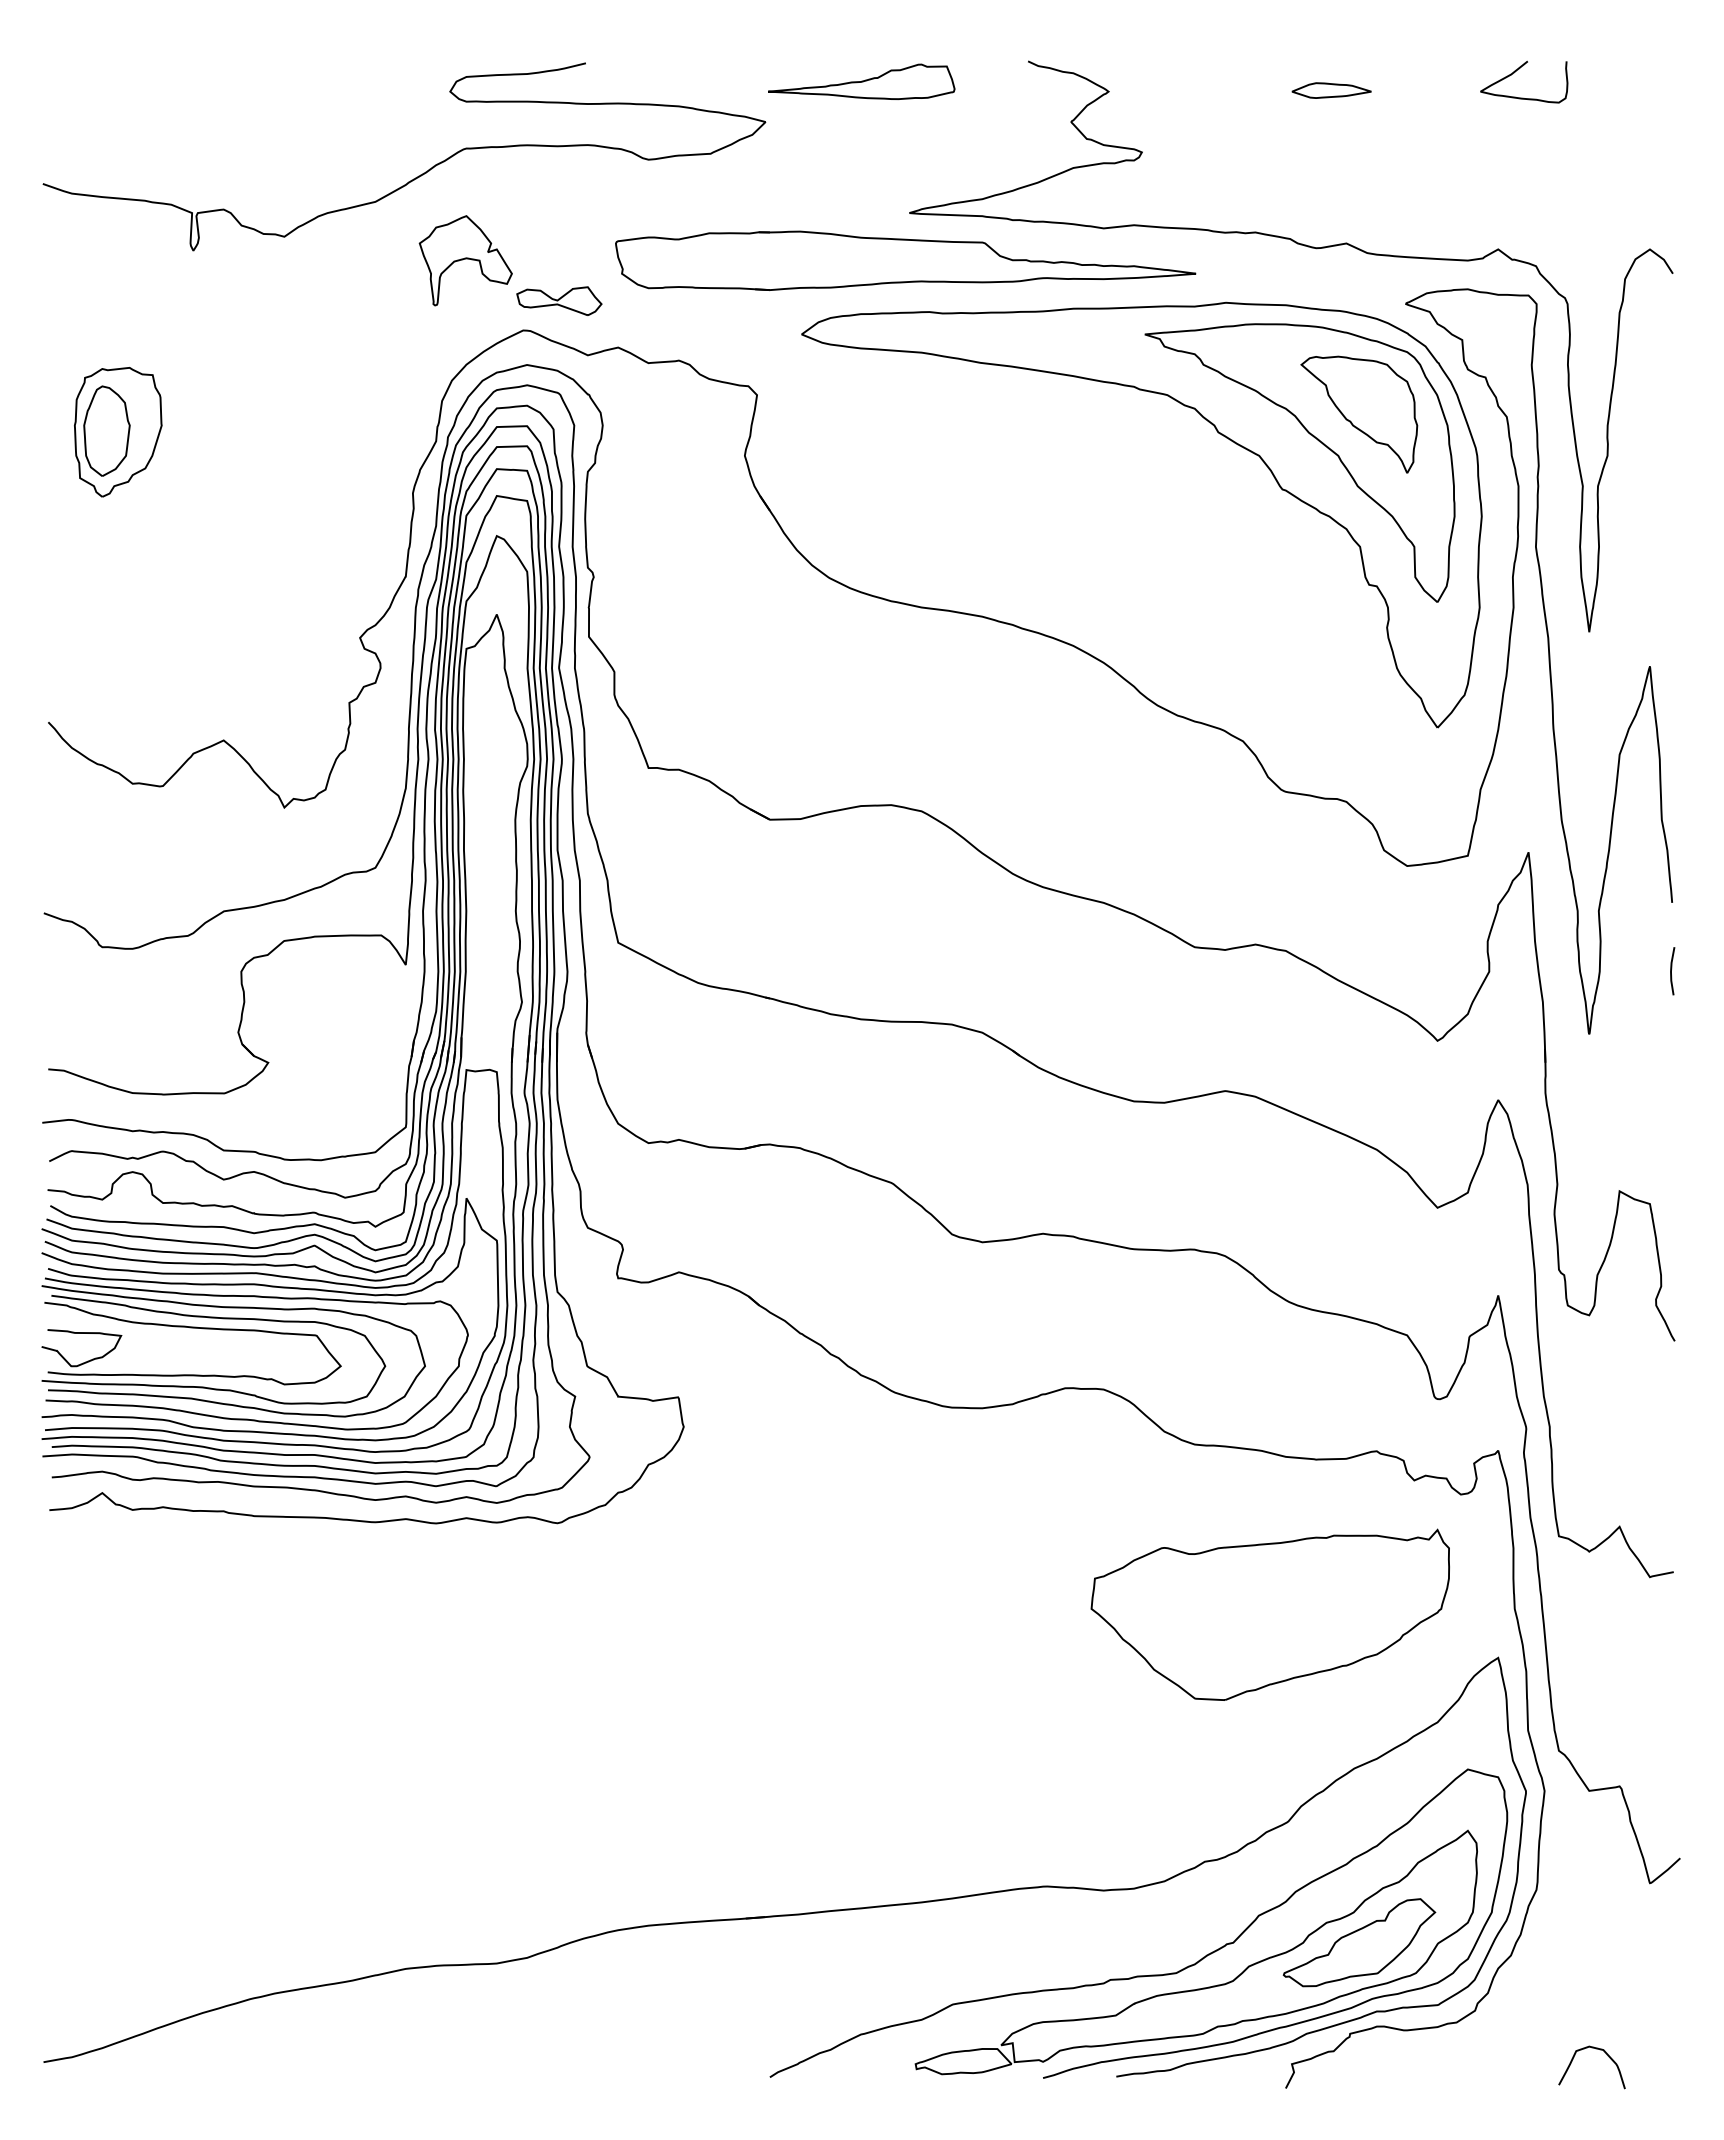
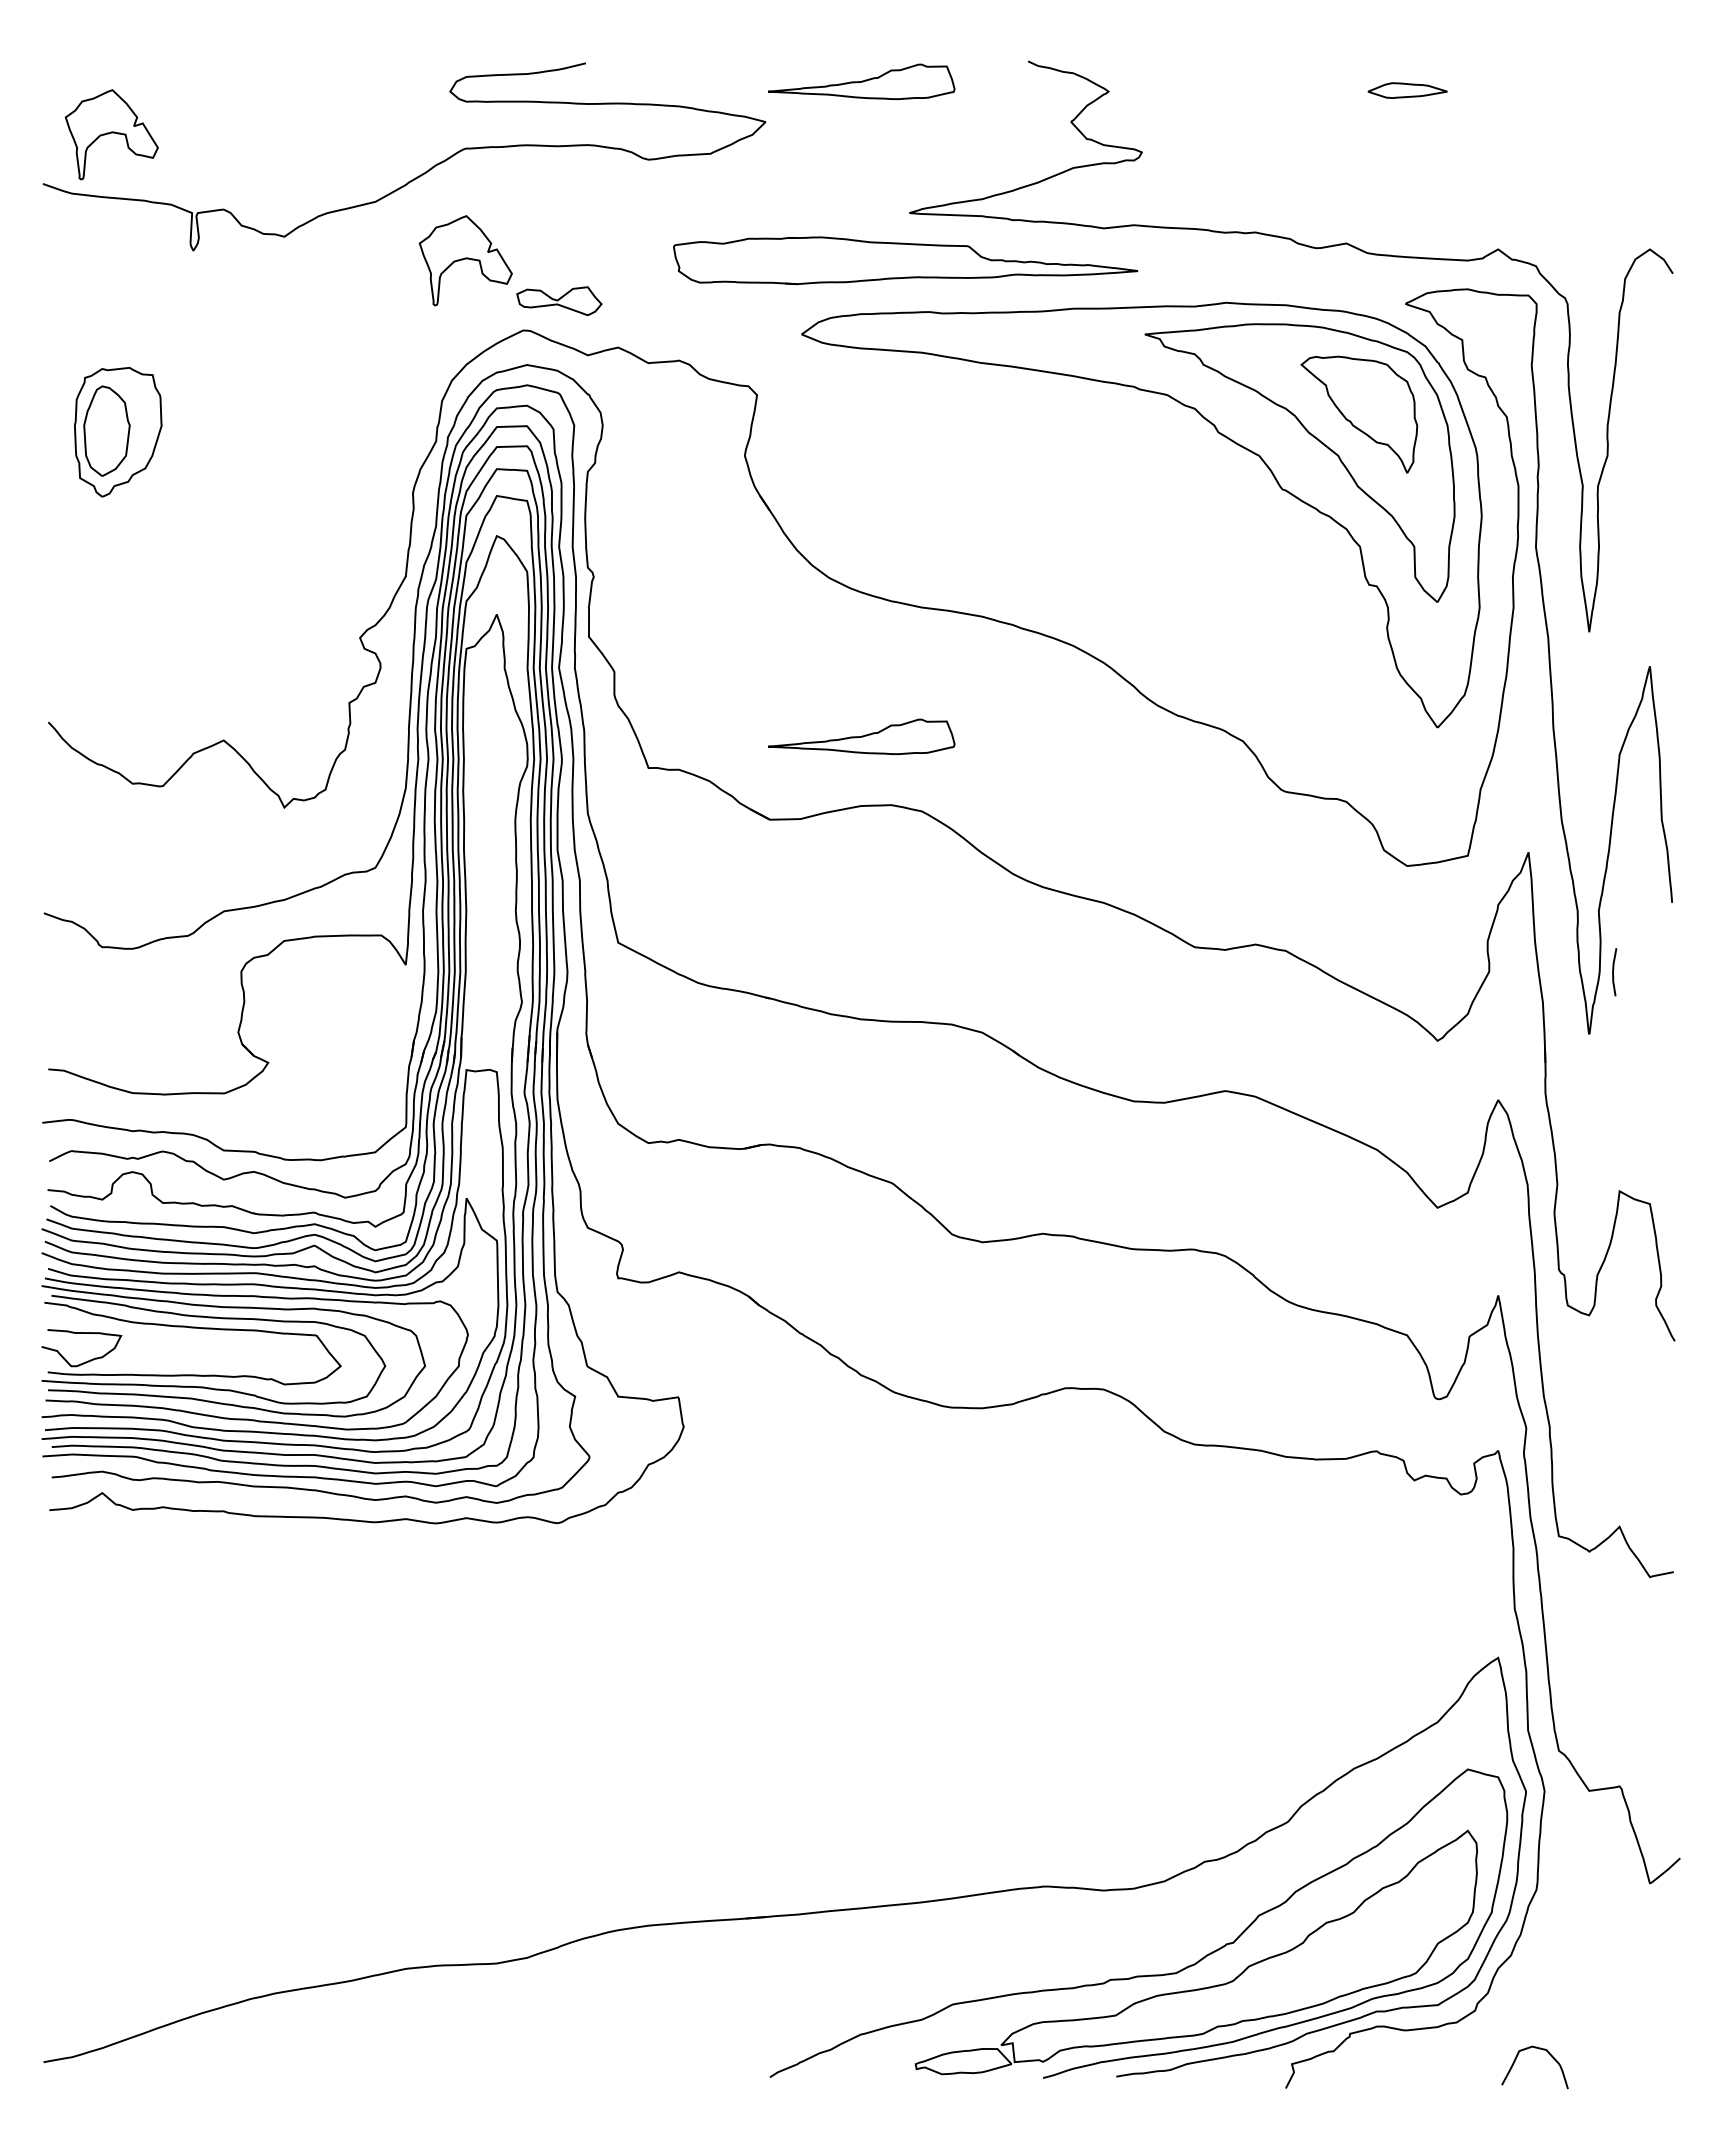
curve at (1515, 72): present -> none
part at (1331, 90) position: (1331, 90) -> (1407, 90)
part at (111, 134): none -> present
part at (905, 260) size: 582x61 px -> 466x50 px
part at (861, 736): none -> present
line at (1671, 971) position: (1671, 971) -> (1613, 972)
part at (1269, 1614): present -> none
part at (1359, 1942): present -> none
curve at (1596, 2049) position: (1596, 2049) -> (1539, 2049)
